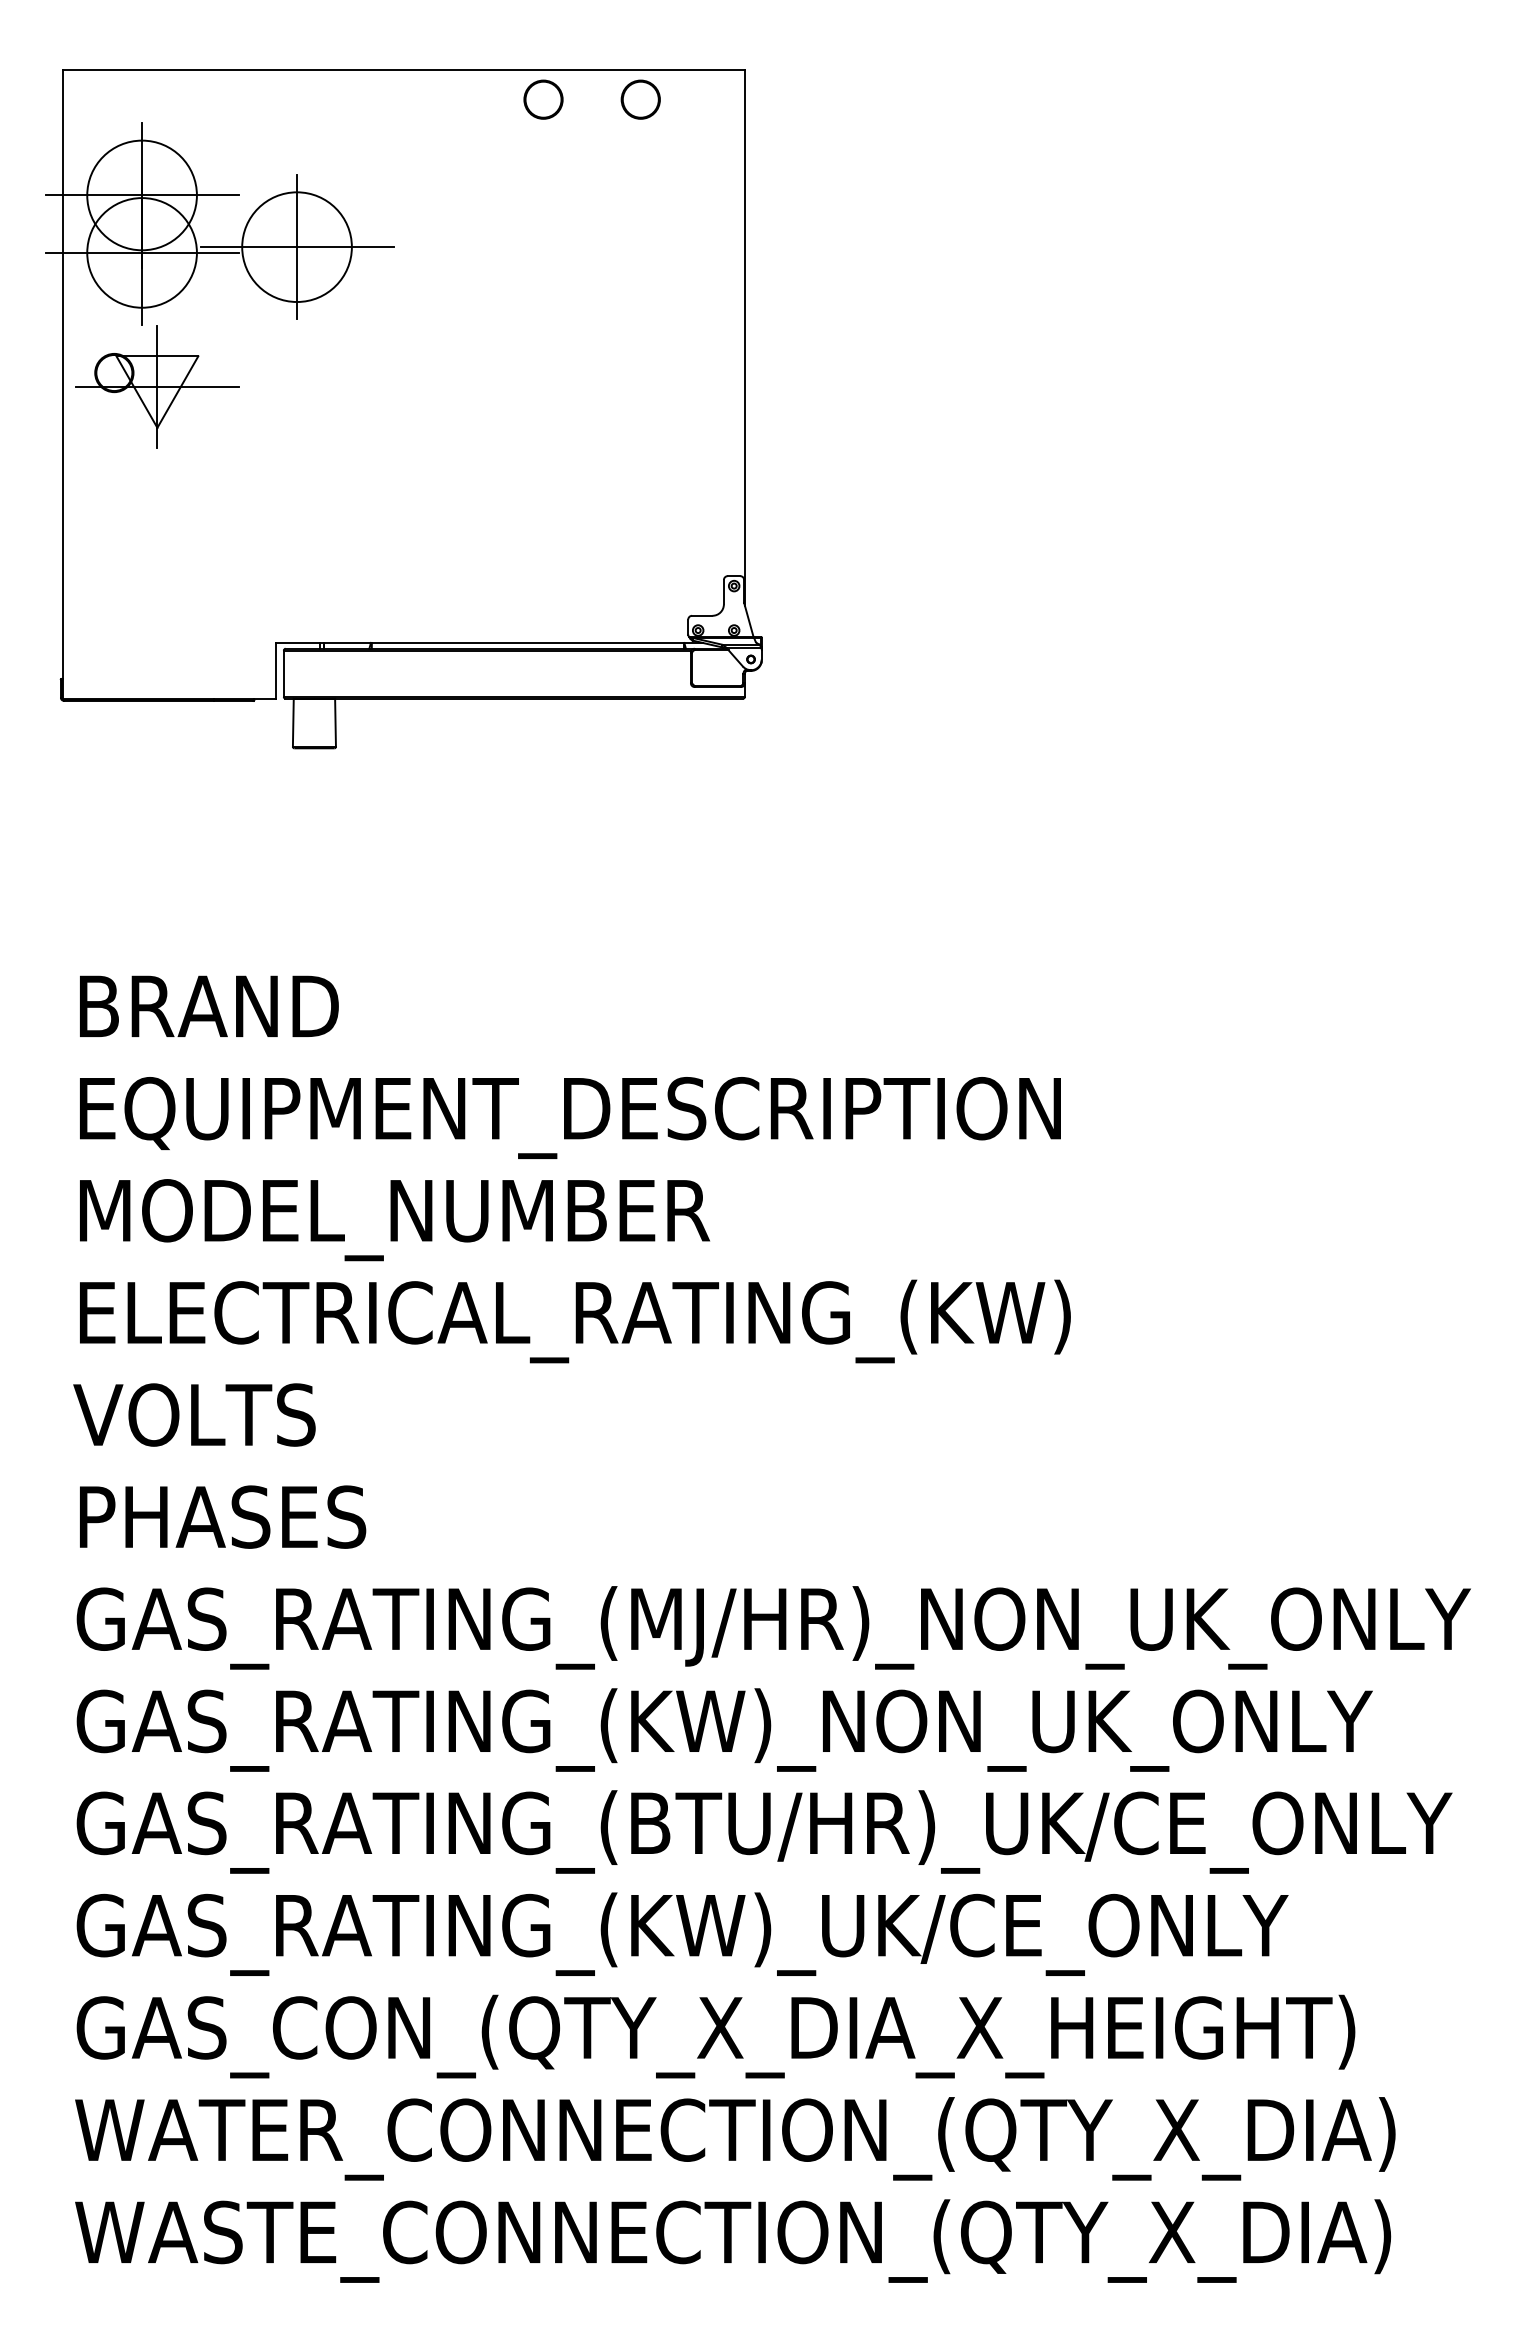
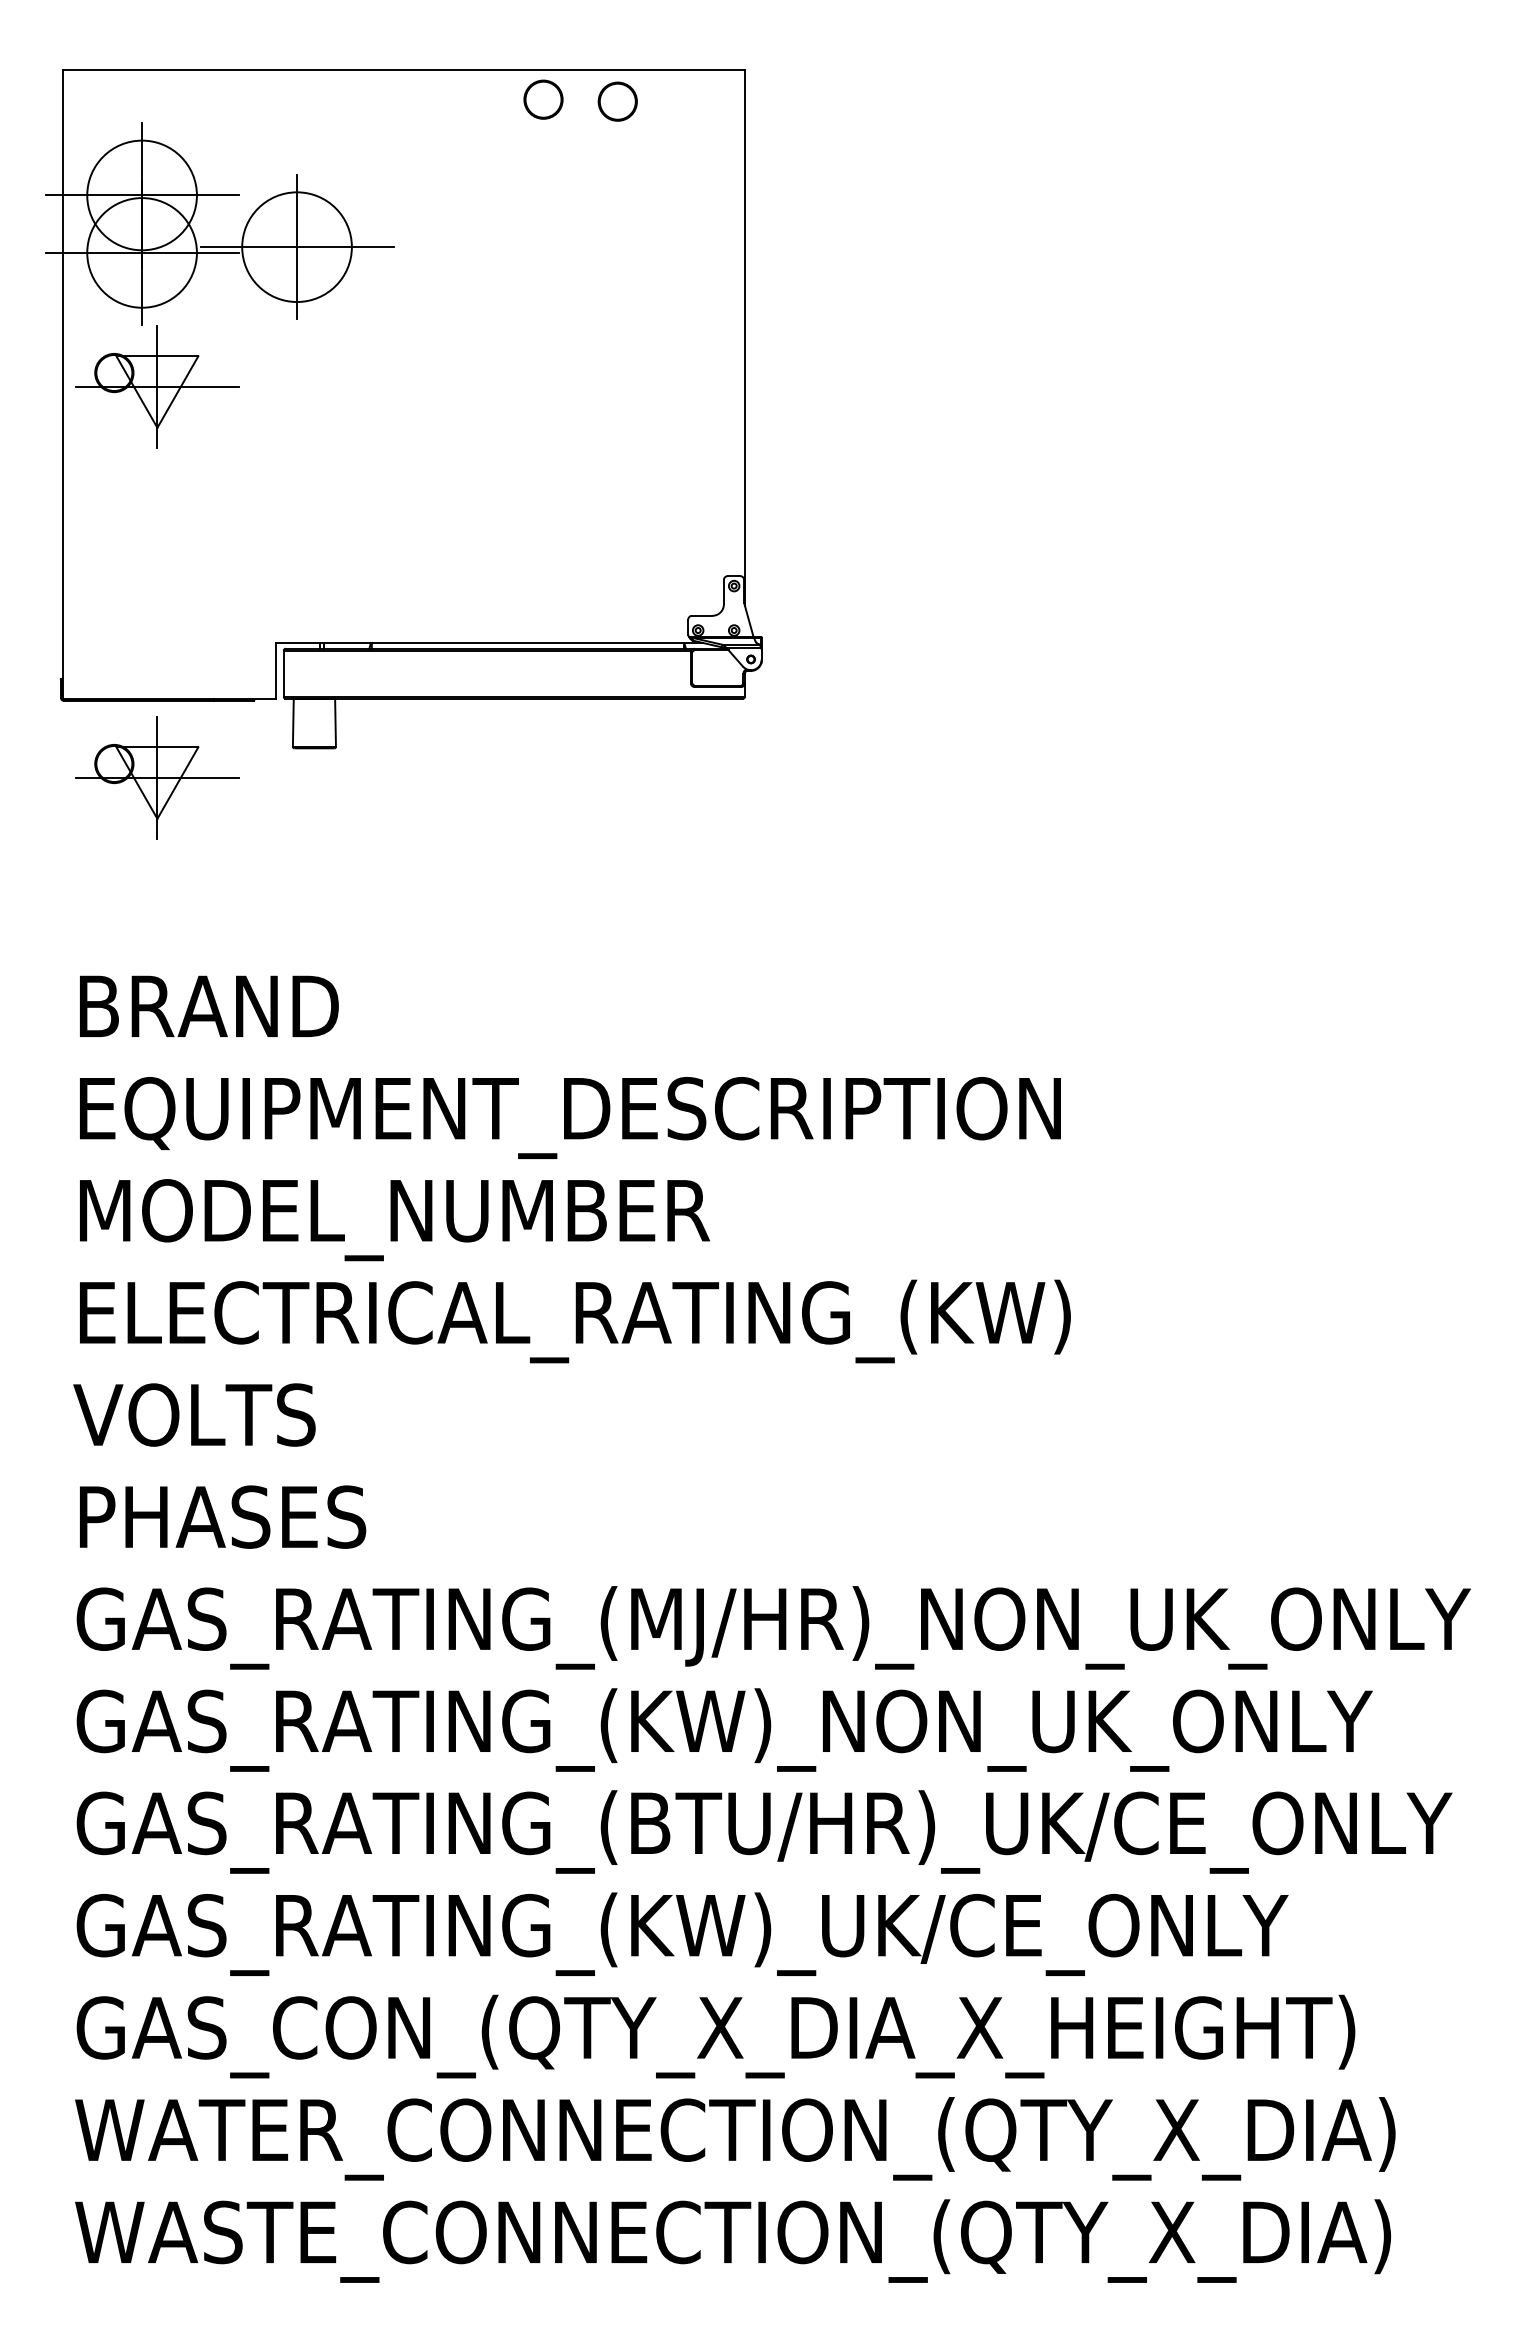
circle at (640, 99) position: (640, 99) -> (617, 101)
part at (157, 777): none -> present
